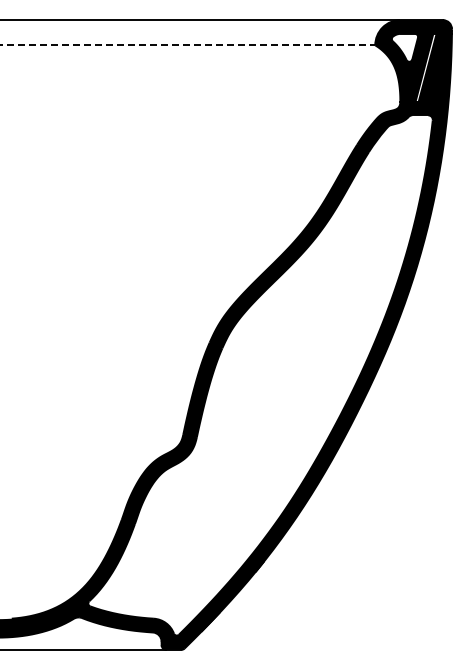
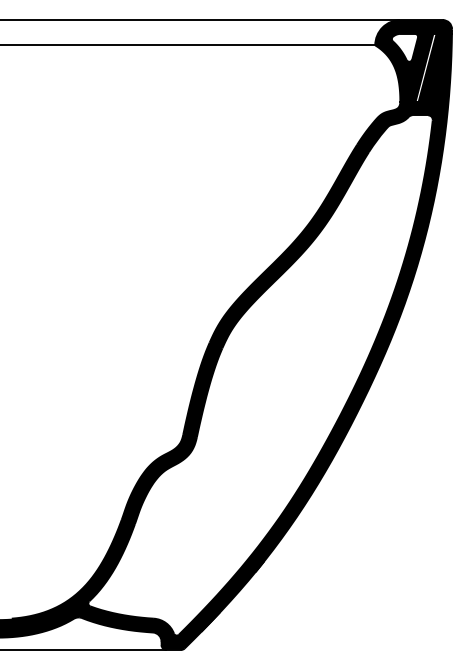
line at (188, 45): dashed -> solid
